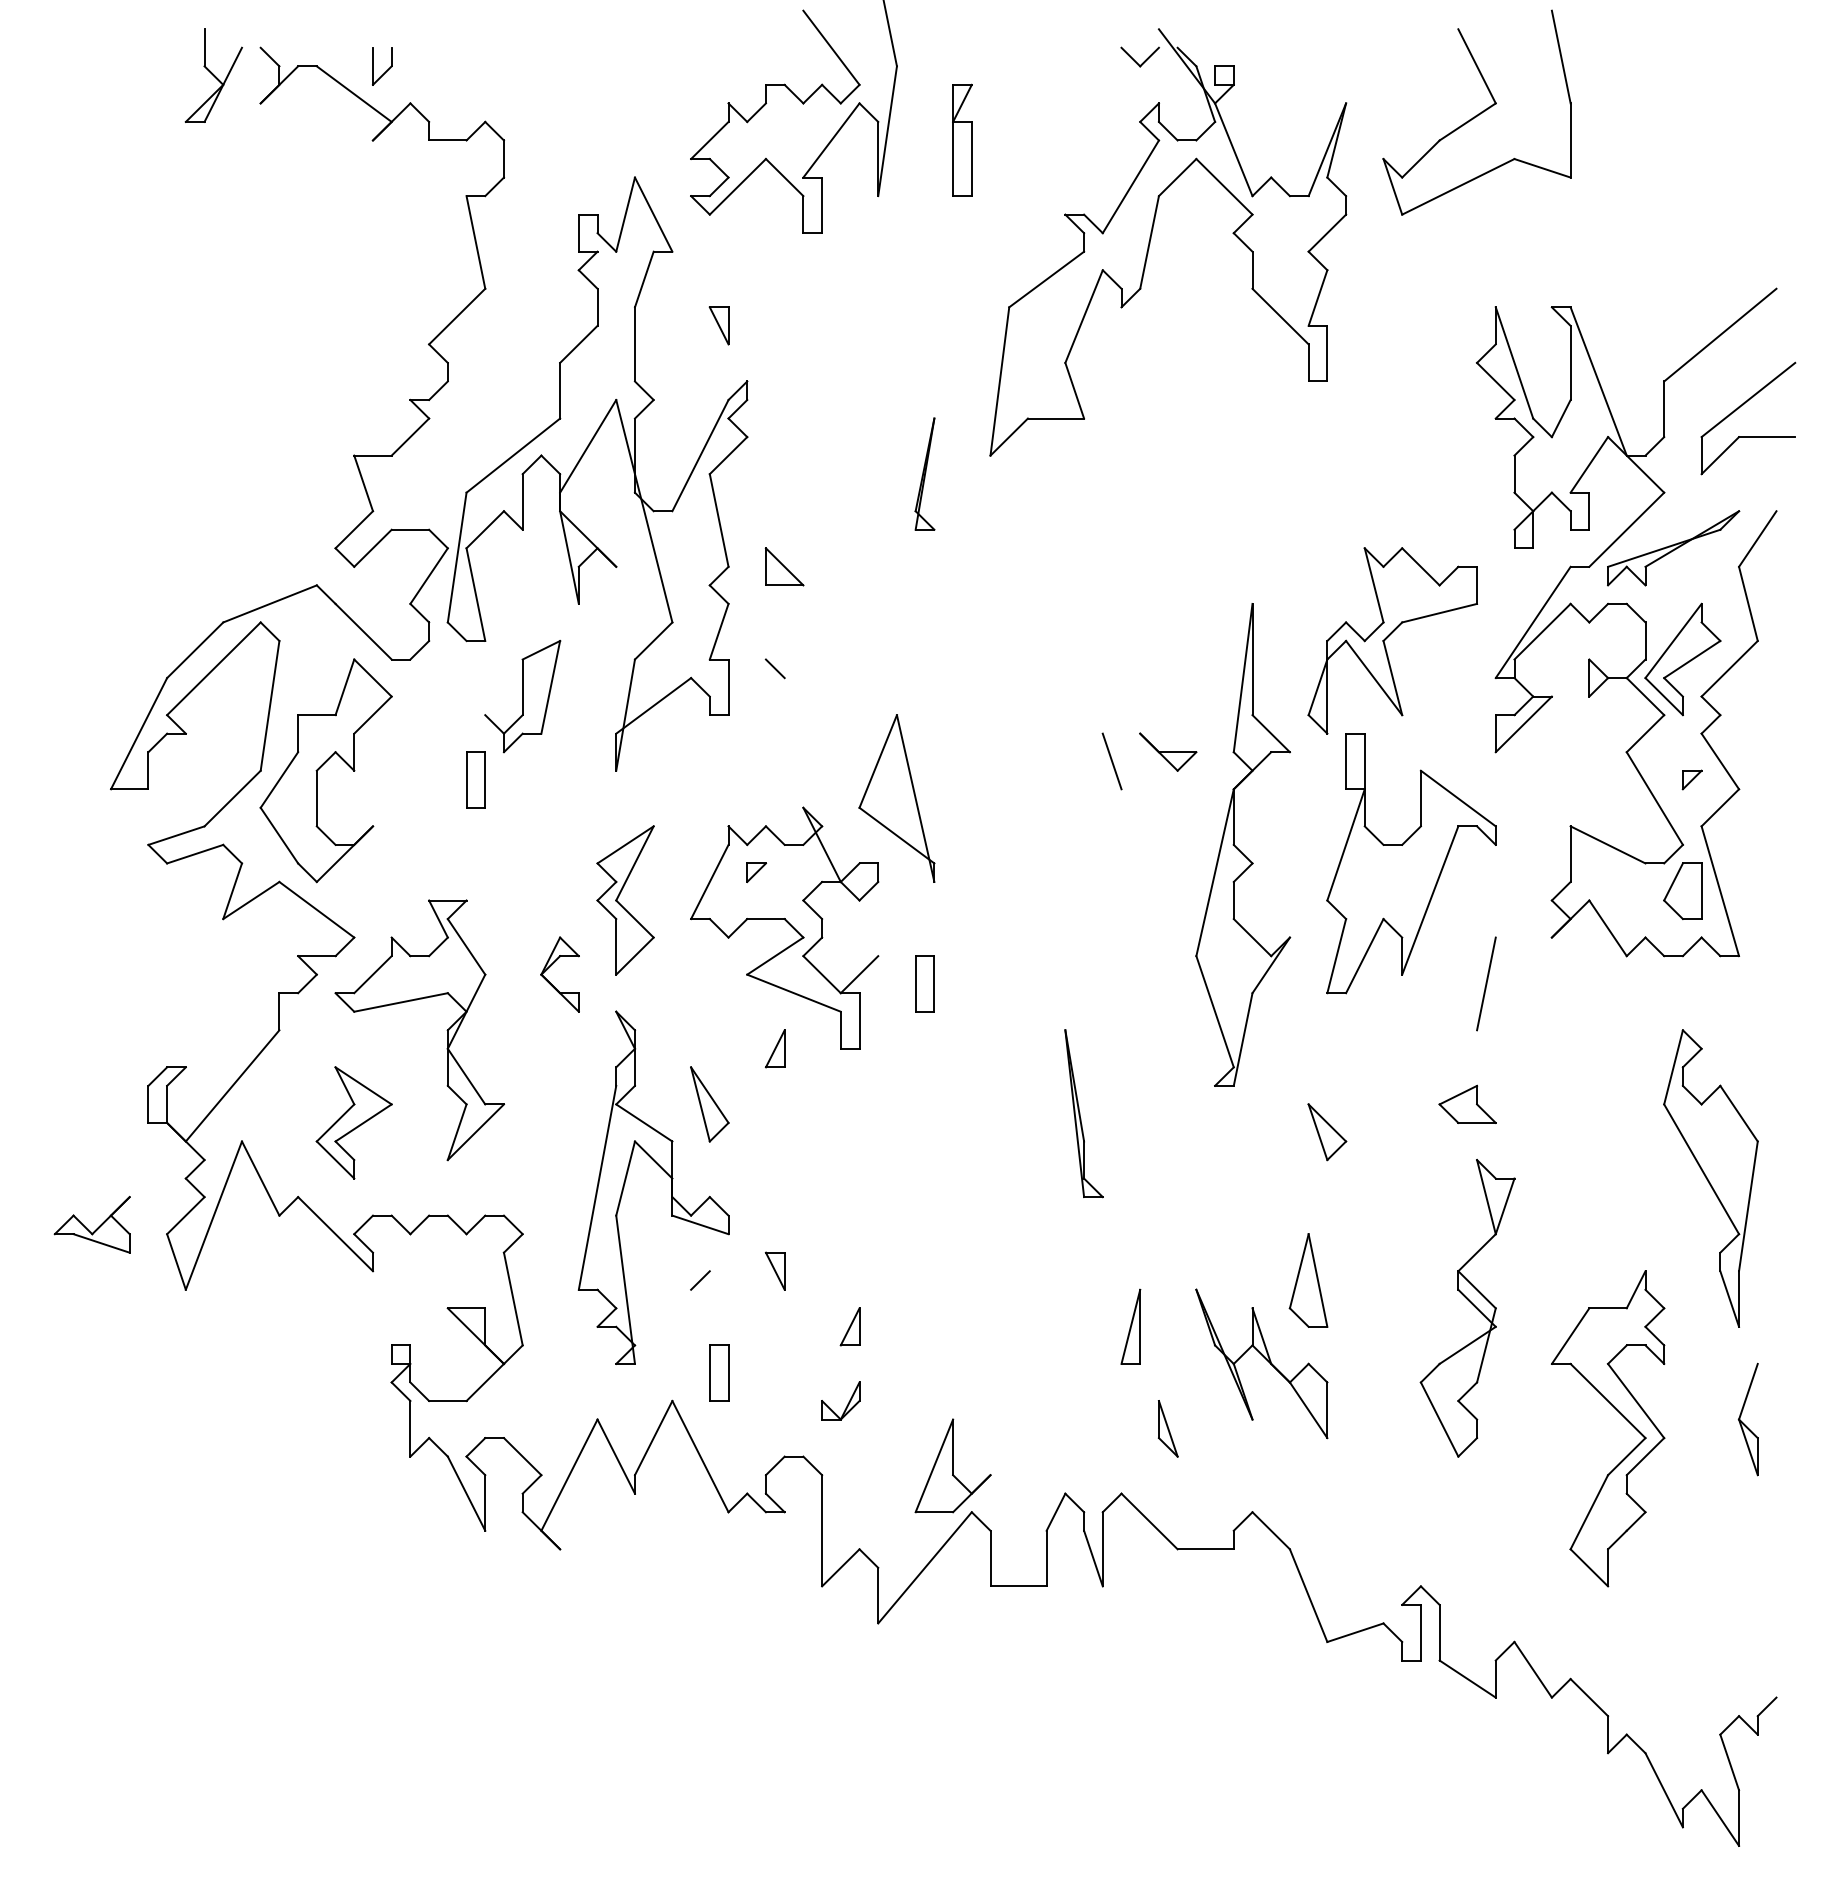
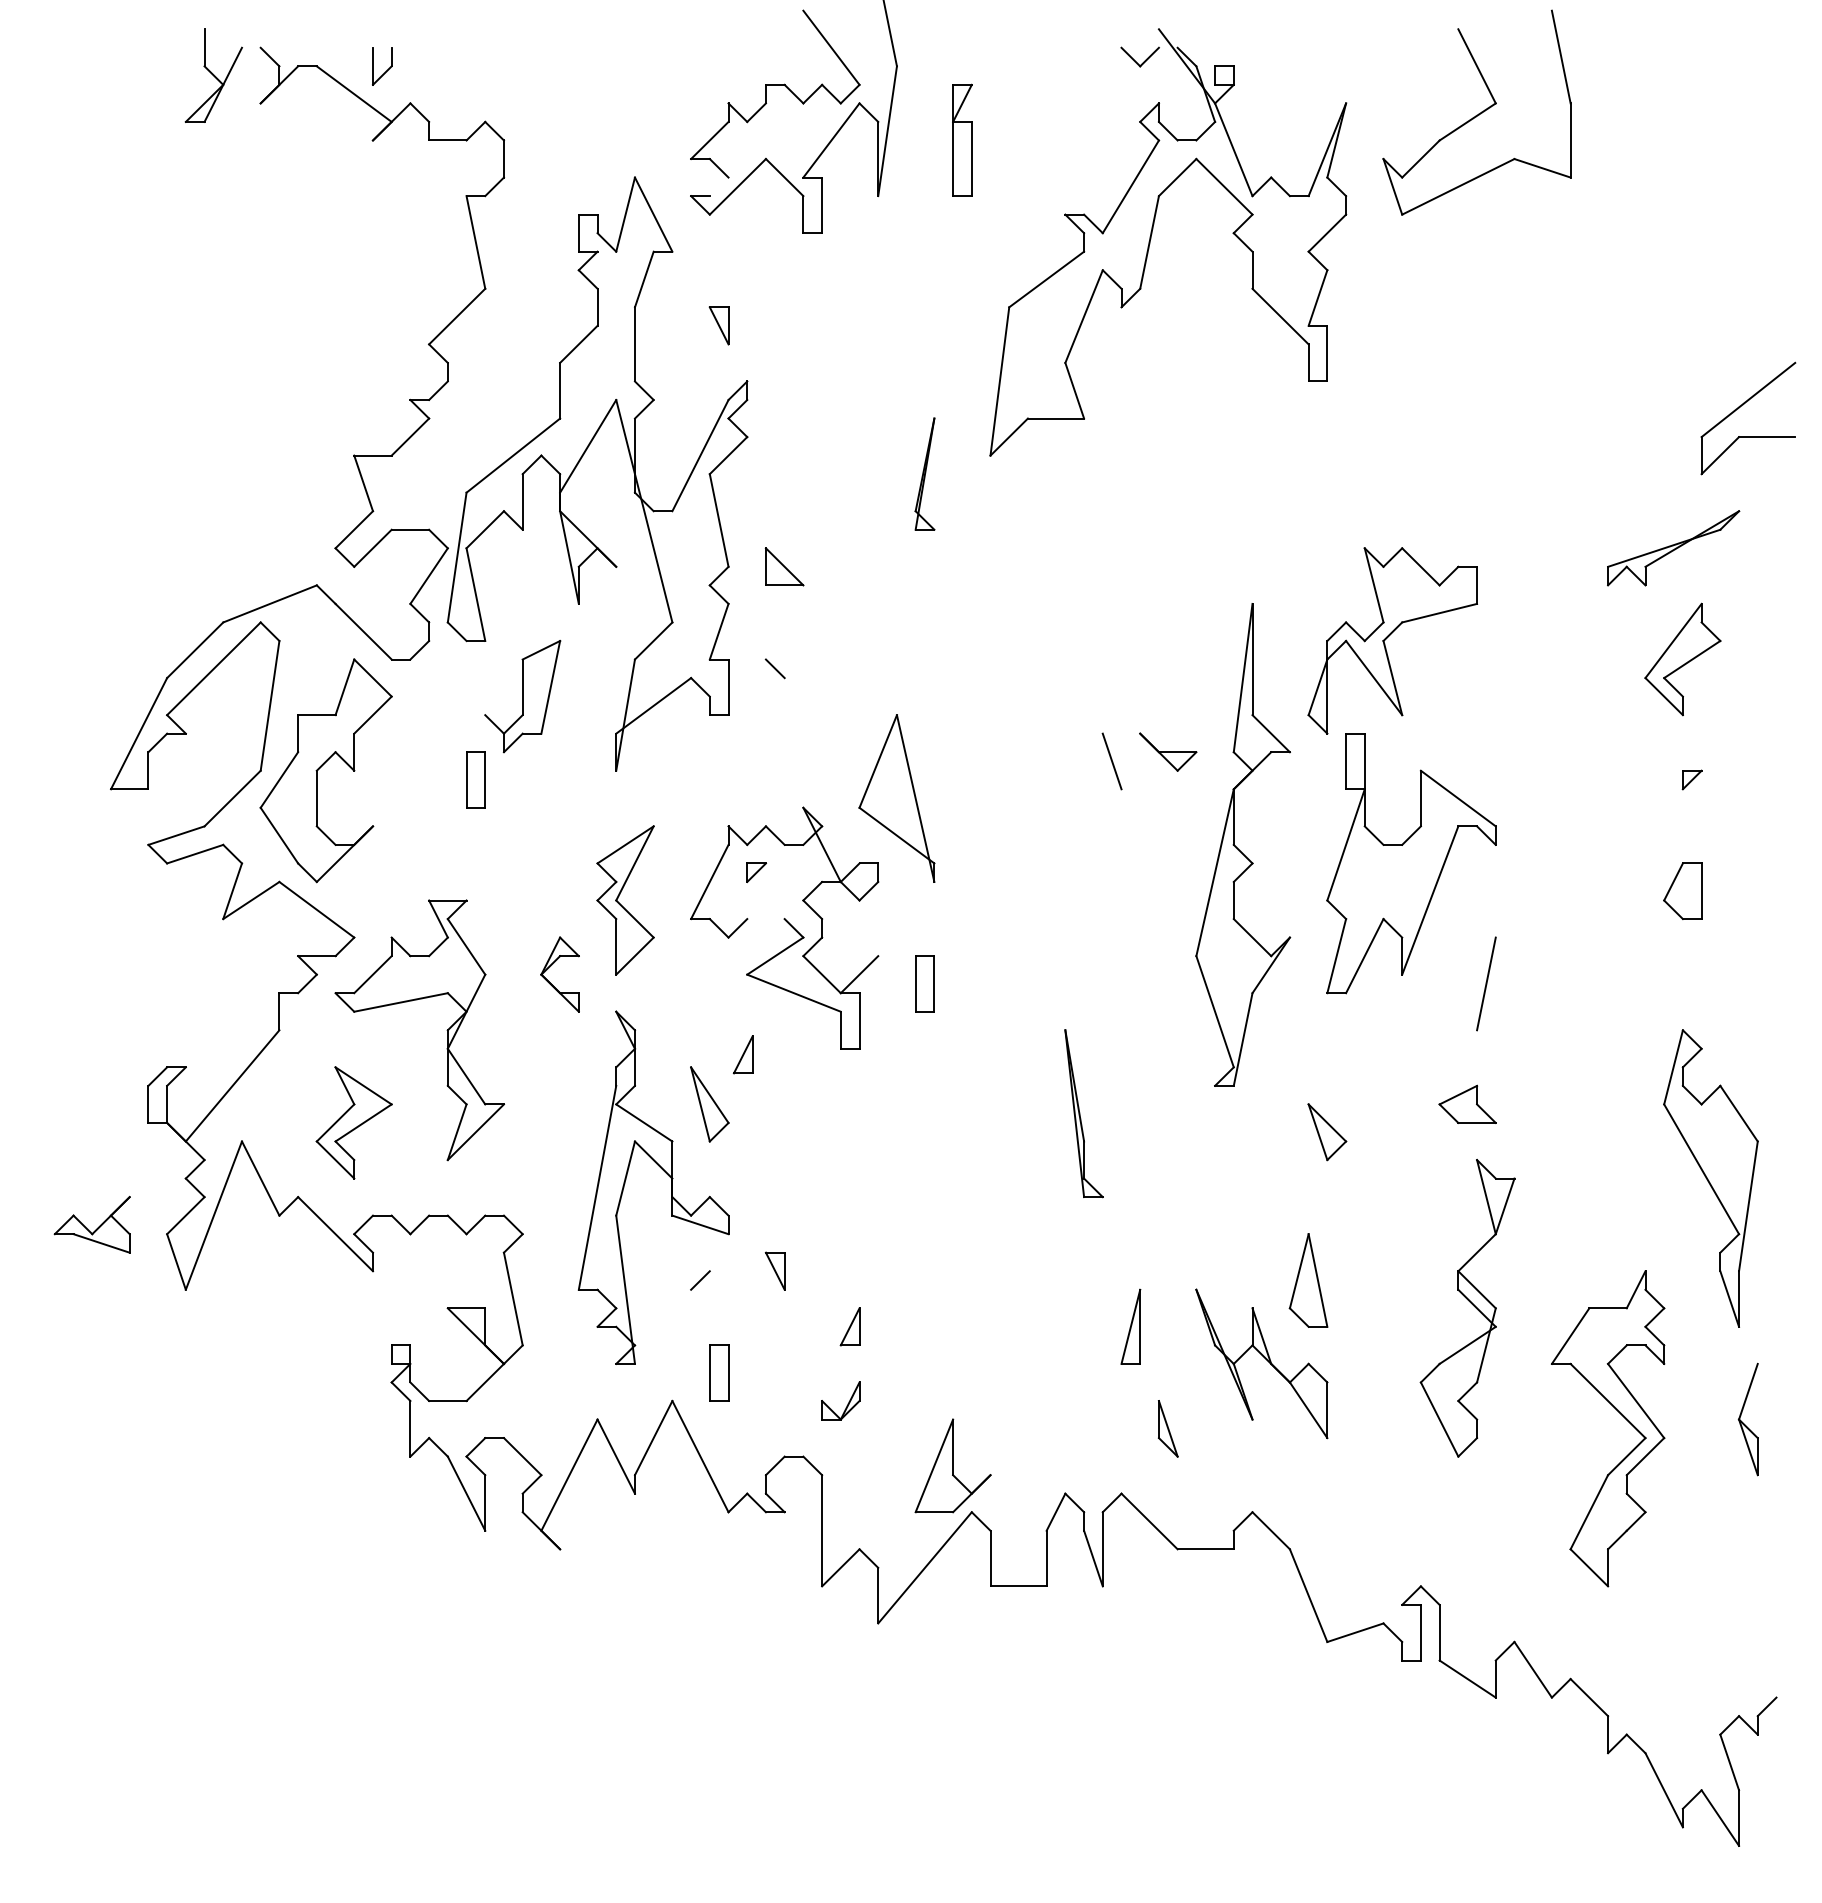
line at (718, 186): present -> none
part at (1635, 613): present -> none
line at (765, 919): present -> none
part at (774, 1048) position: (774, 1048) -> (742, 1054)
